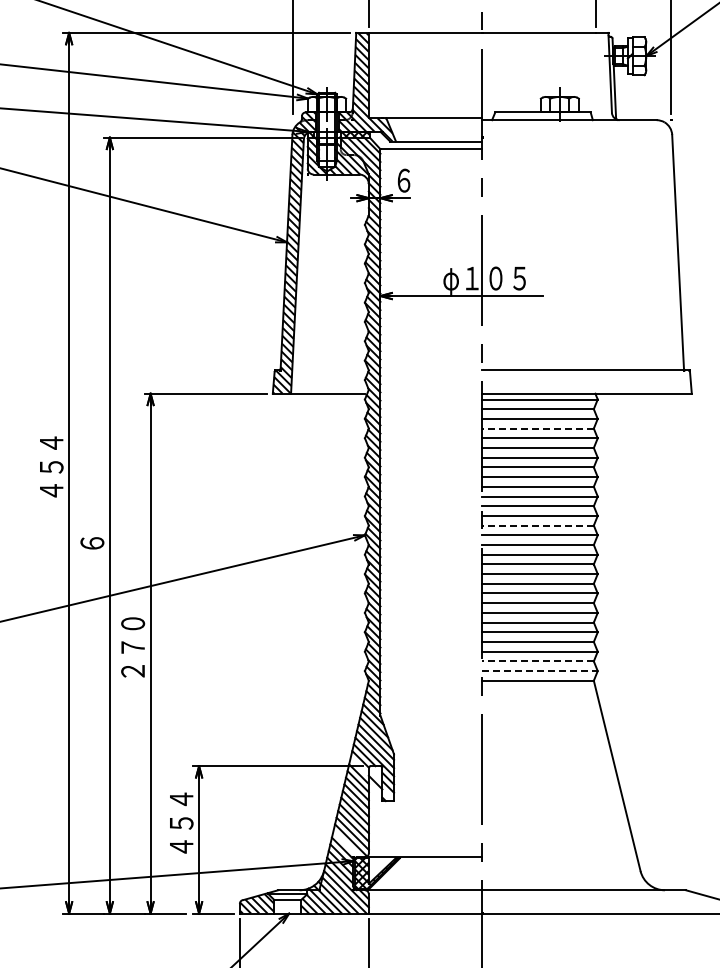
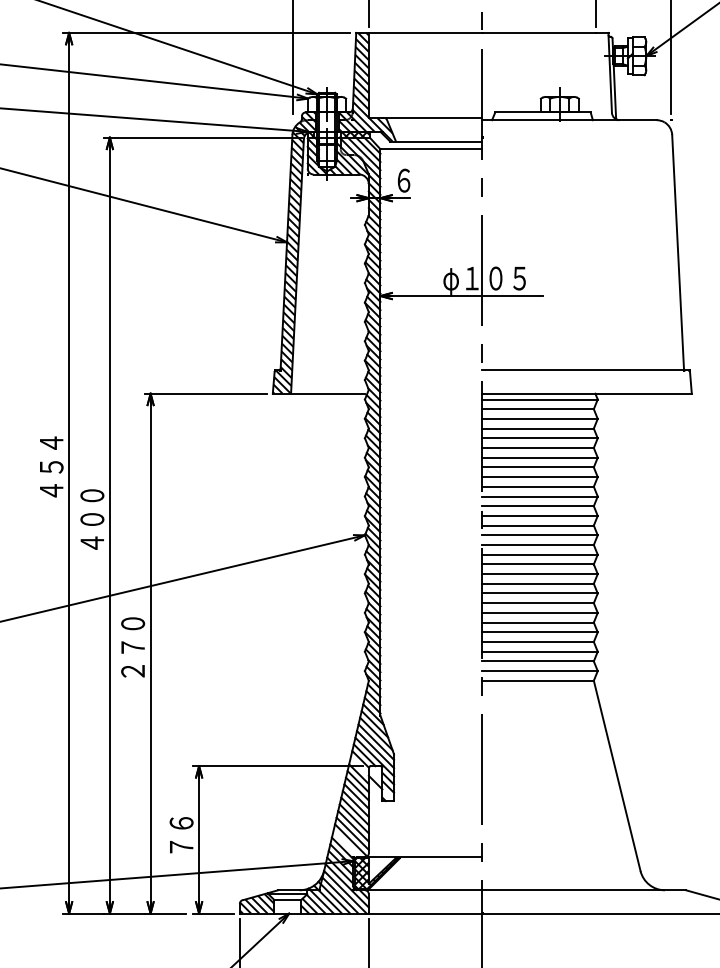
line at (538, 428): dashed -> solid
text at (92, 519): ６ -> ４００
line at (538, 525): dashed -> solid
line at (538, 661): dashed -> solid
line at (540, 671): dashed -> solid
text at (181, 822): ４５４ -> ７６
